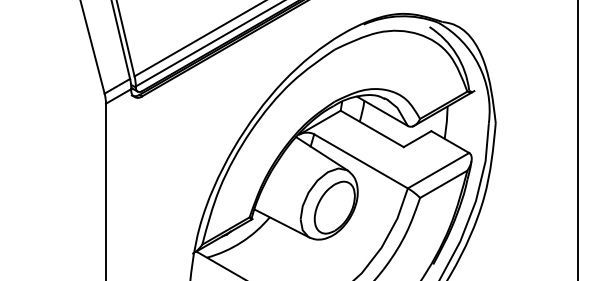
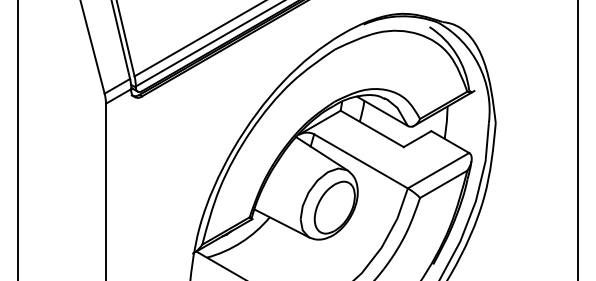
line at (17, 139): none -> present
